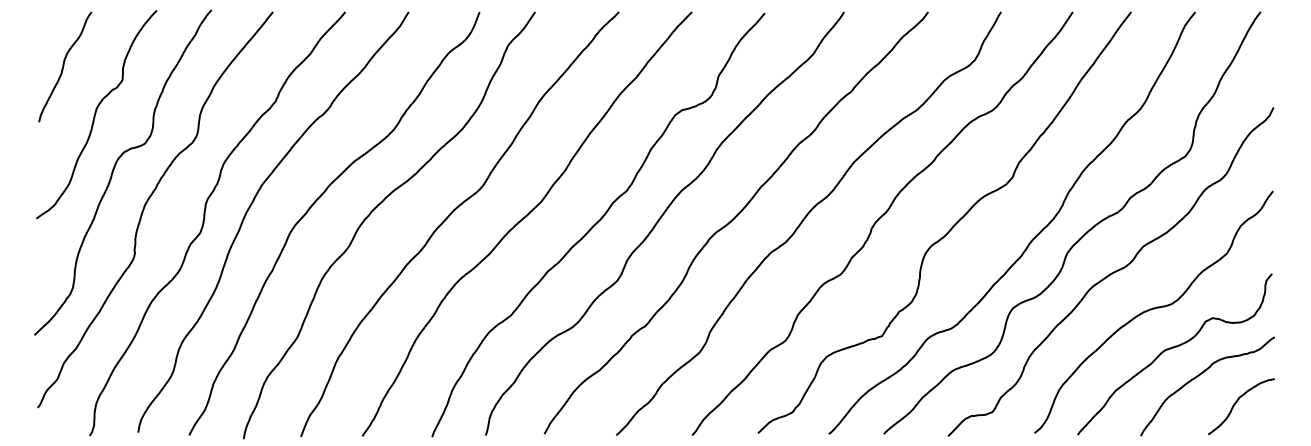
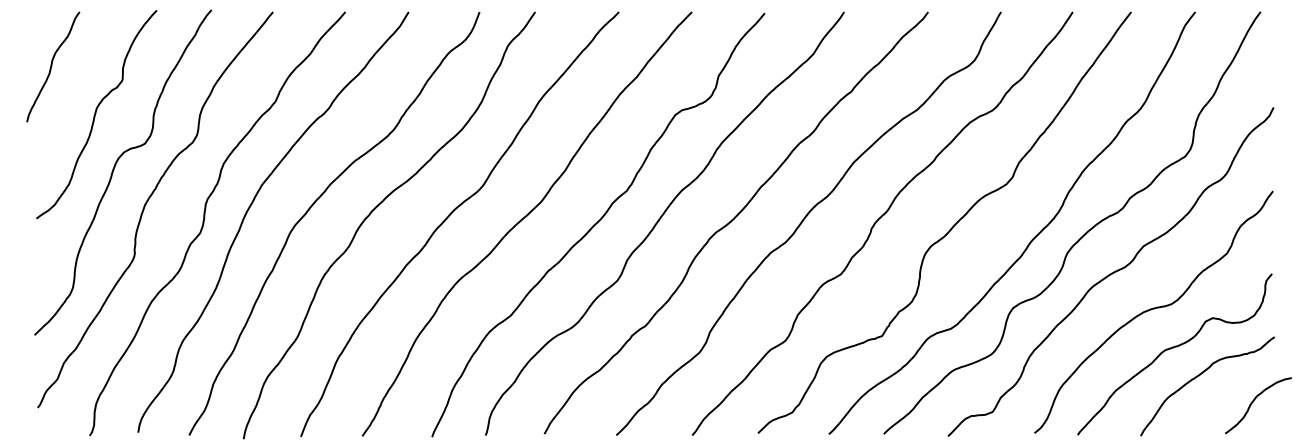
curve at (64, 66) position: (64, 66) -> (52, 66)
curve at (1237, 402) position: (1237, 402) -> (1254, 401)
